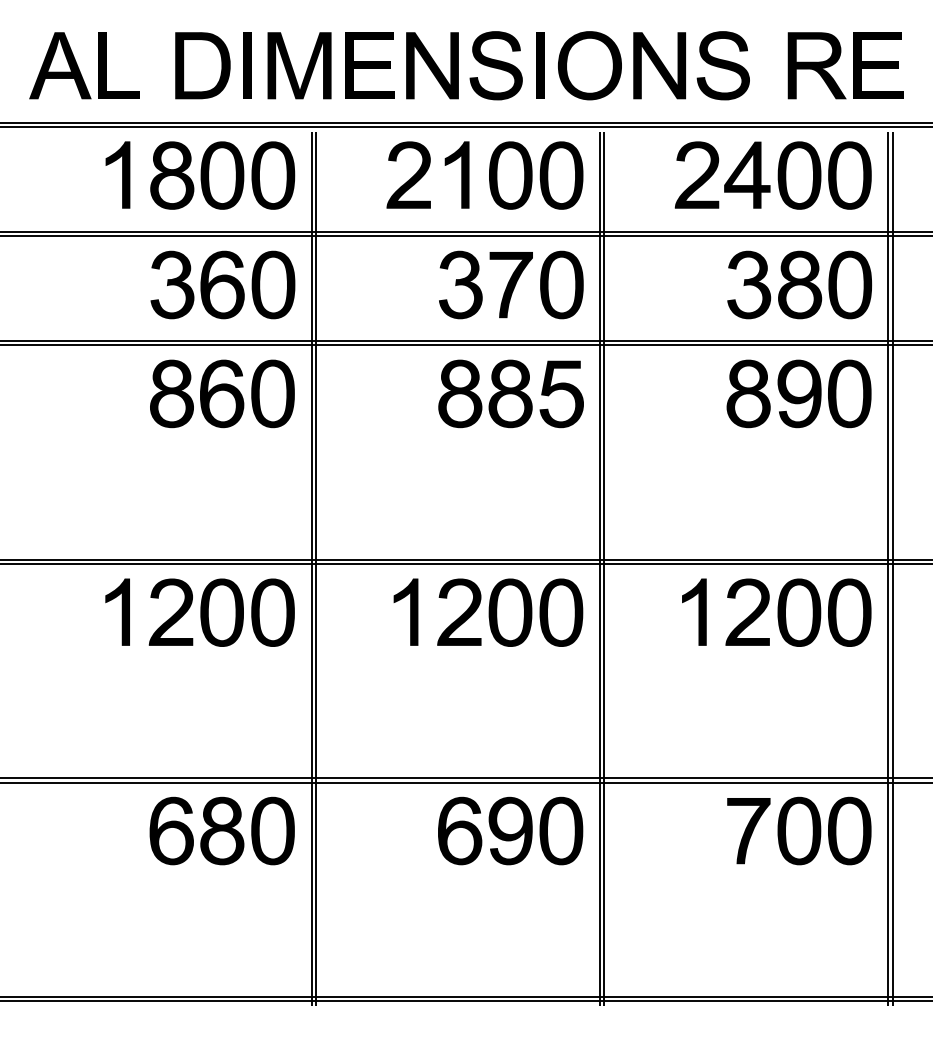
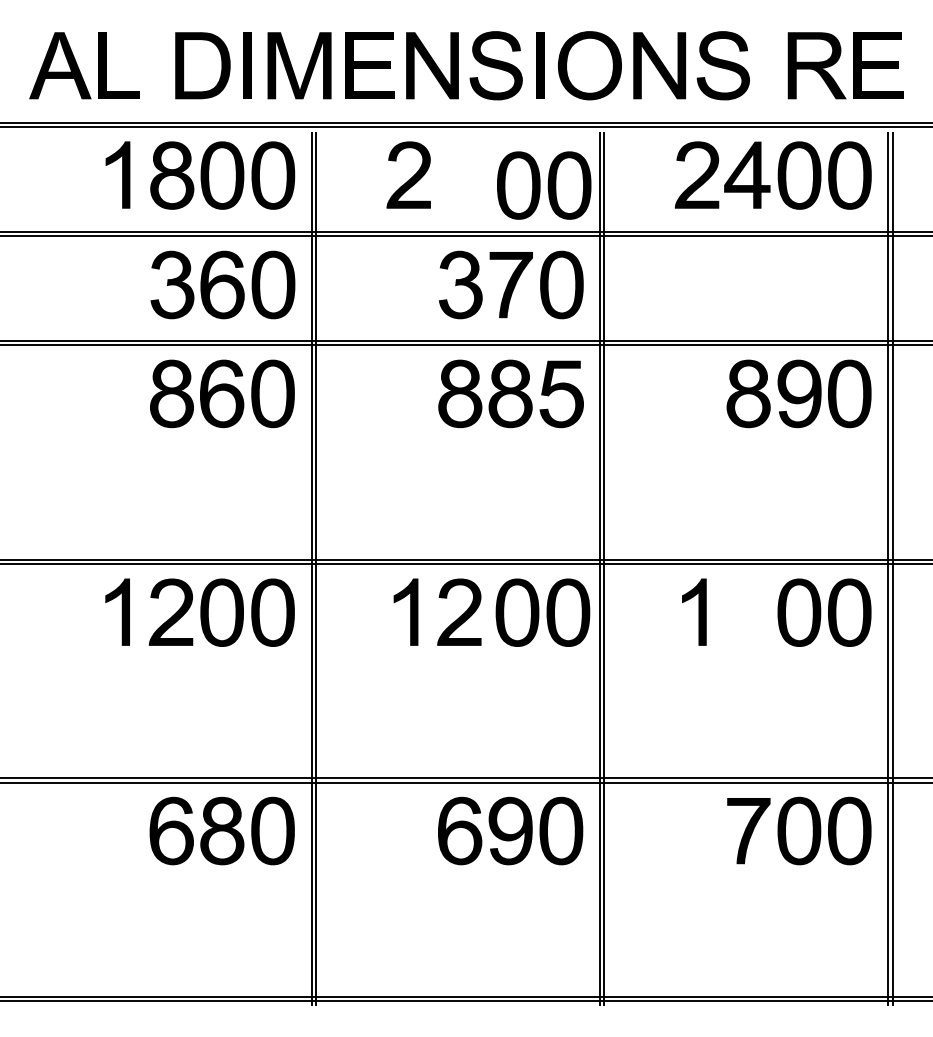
fill at (456, 174): present -> none
part at (536, 175) position: (536, 175) -> (544, 185)
part at (799, 284): present -> none
fill at (747, 611): present -> none
part at (535, 612) position: (535, 612) -> (542, 612)
